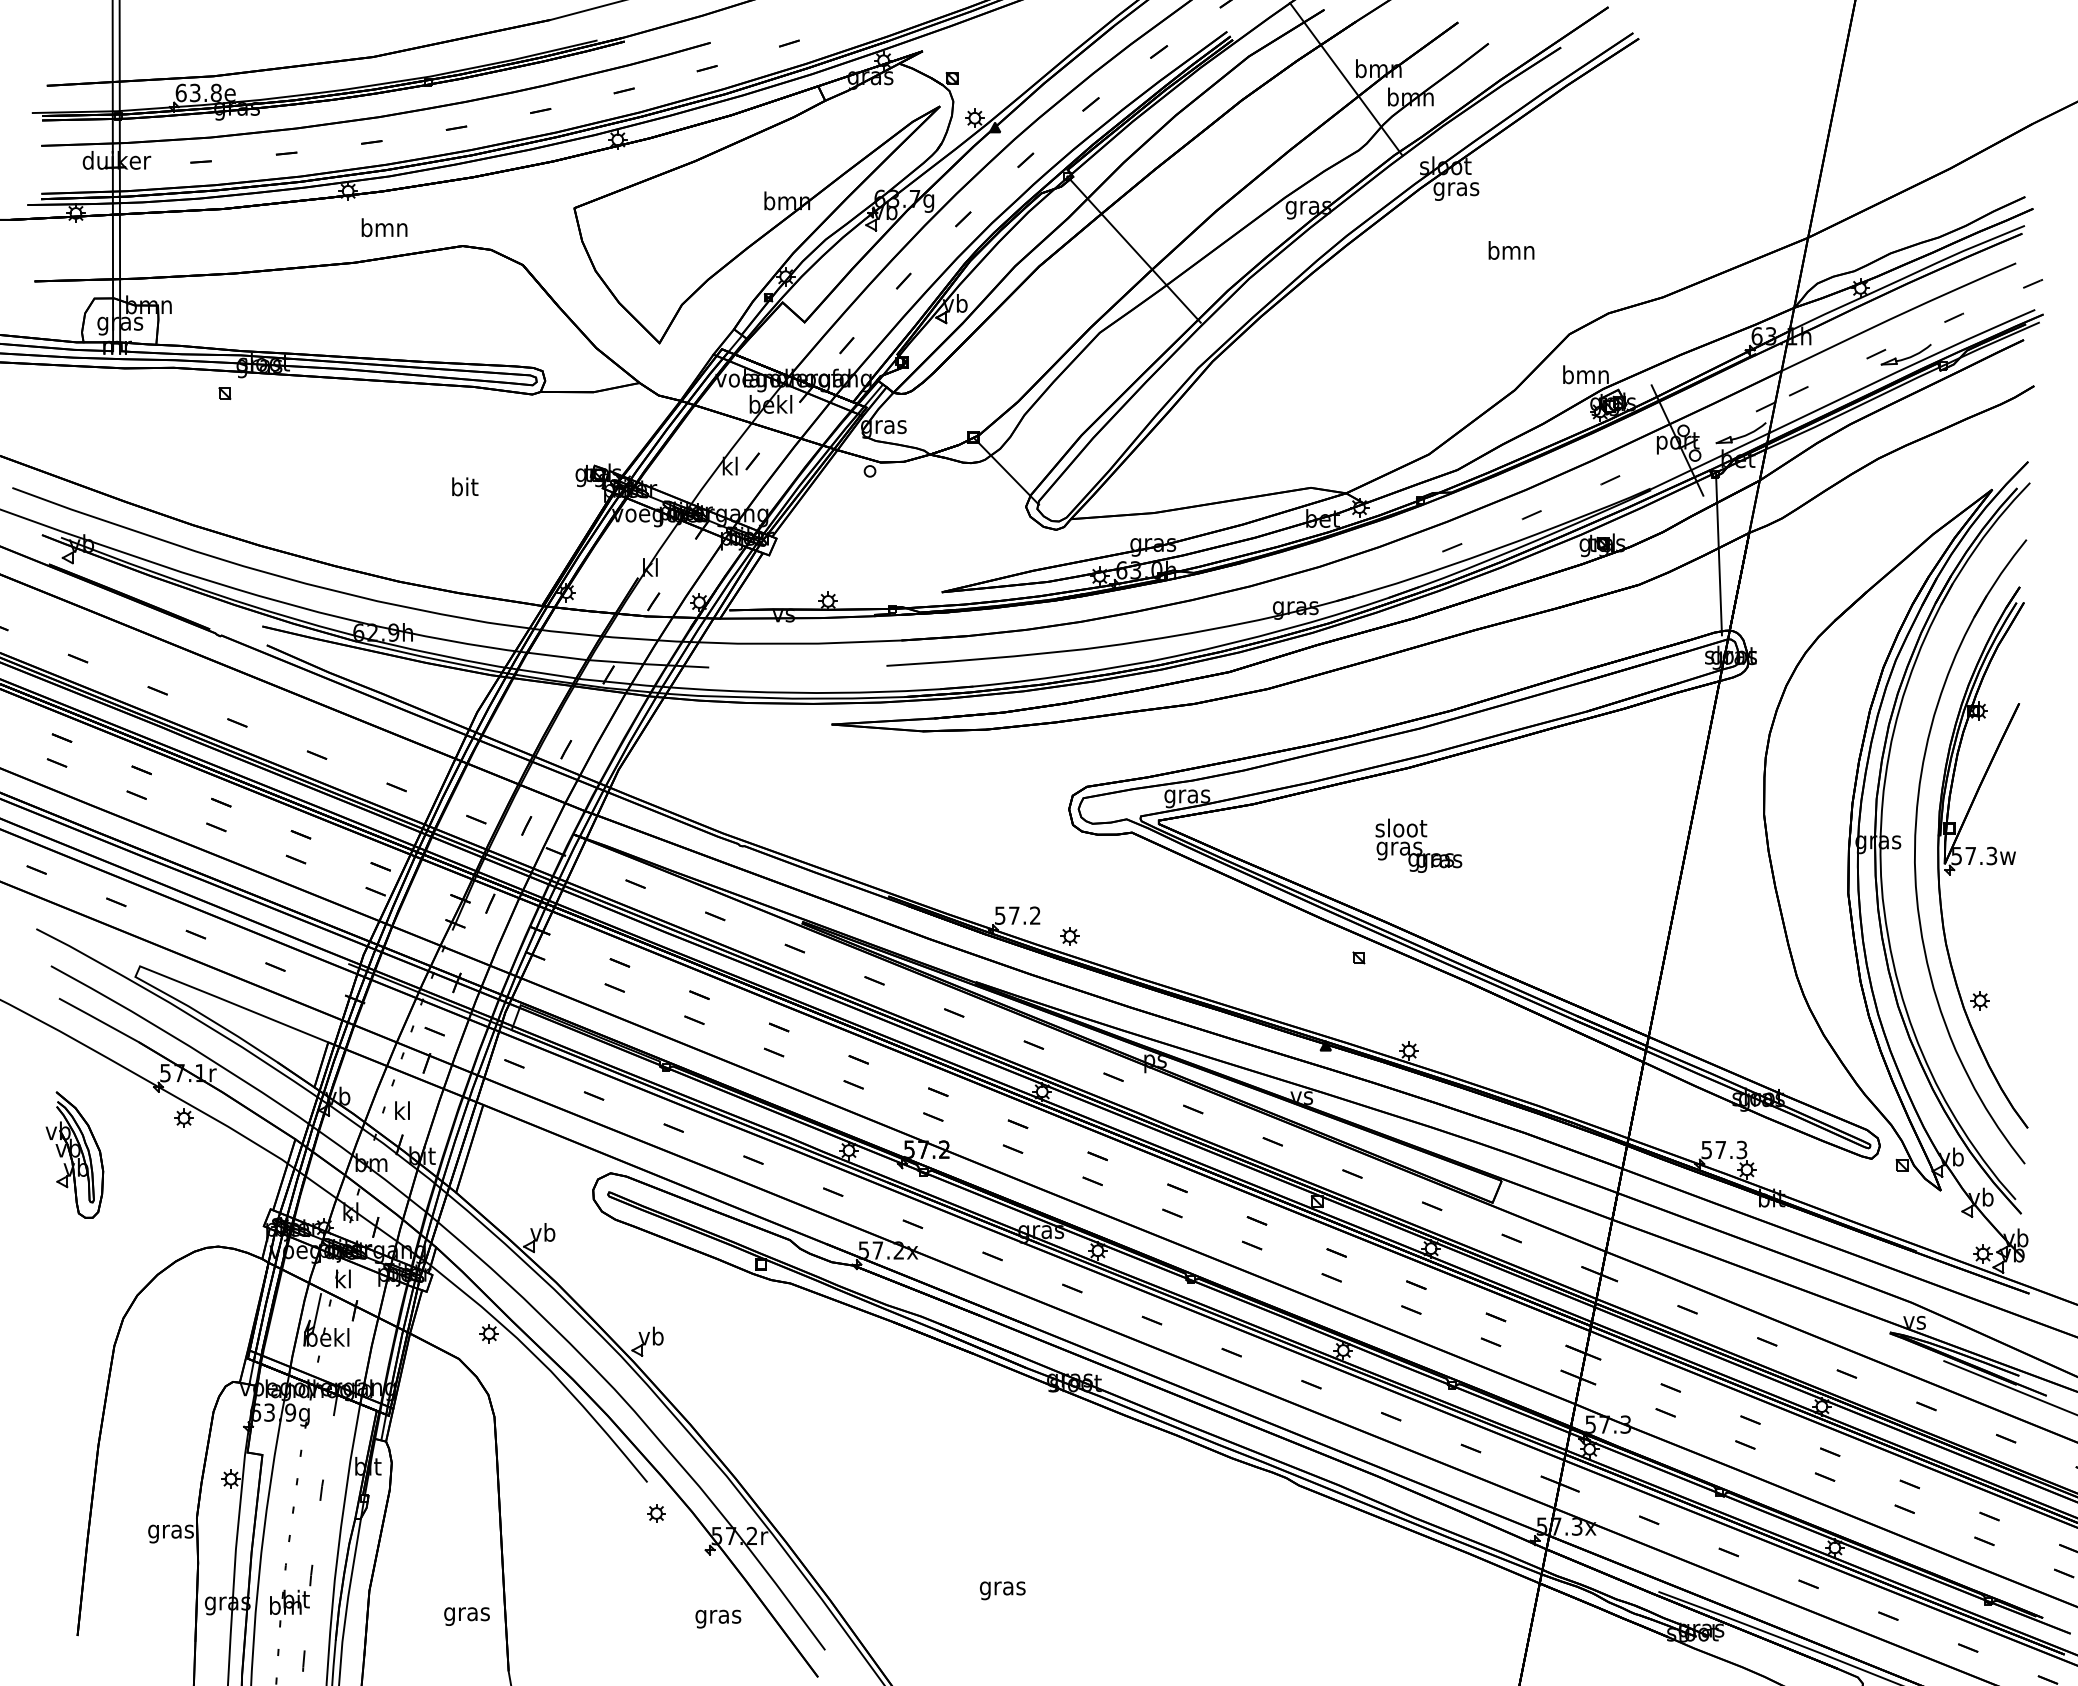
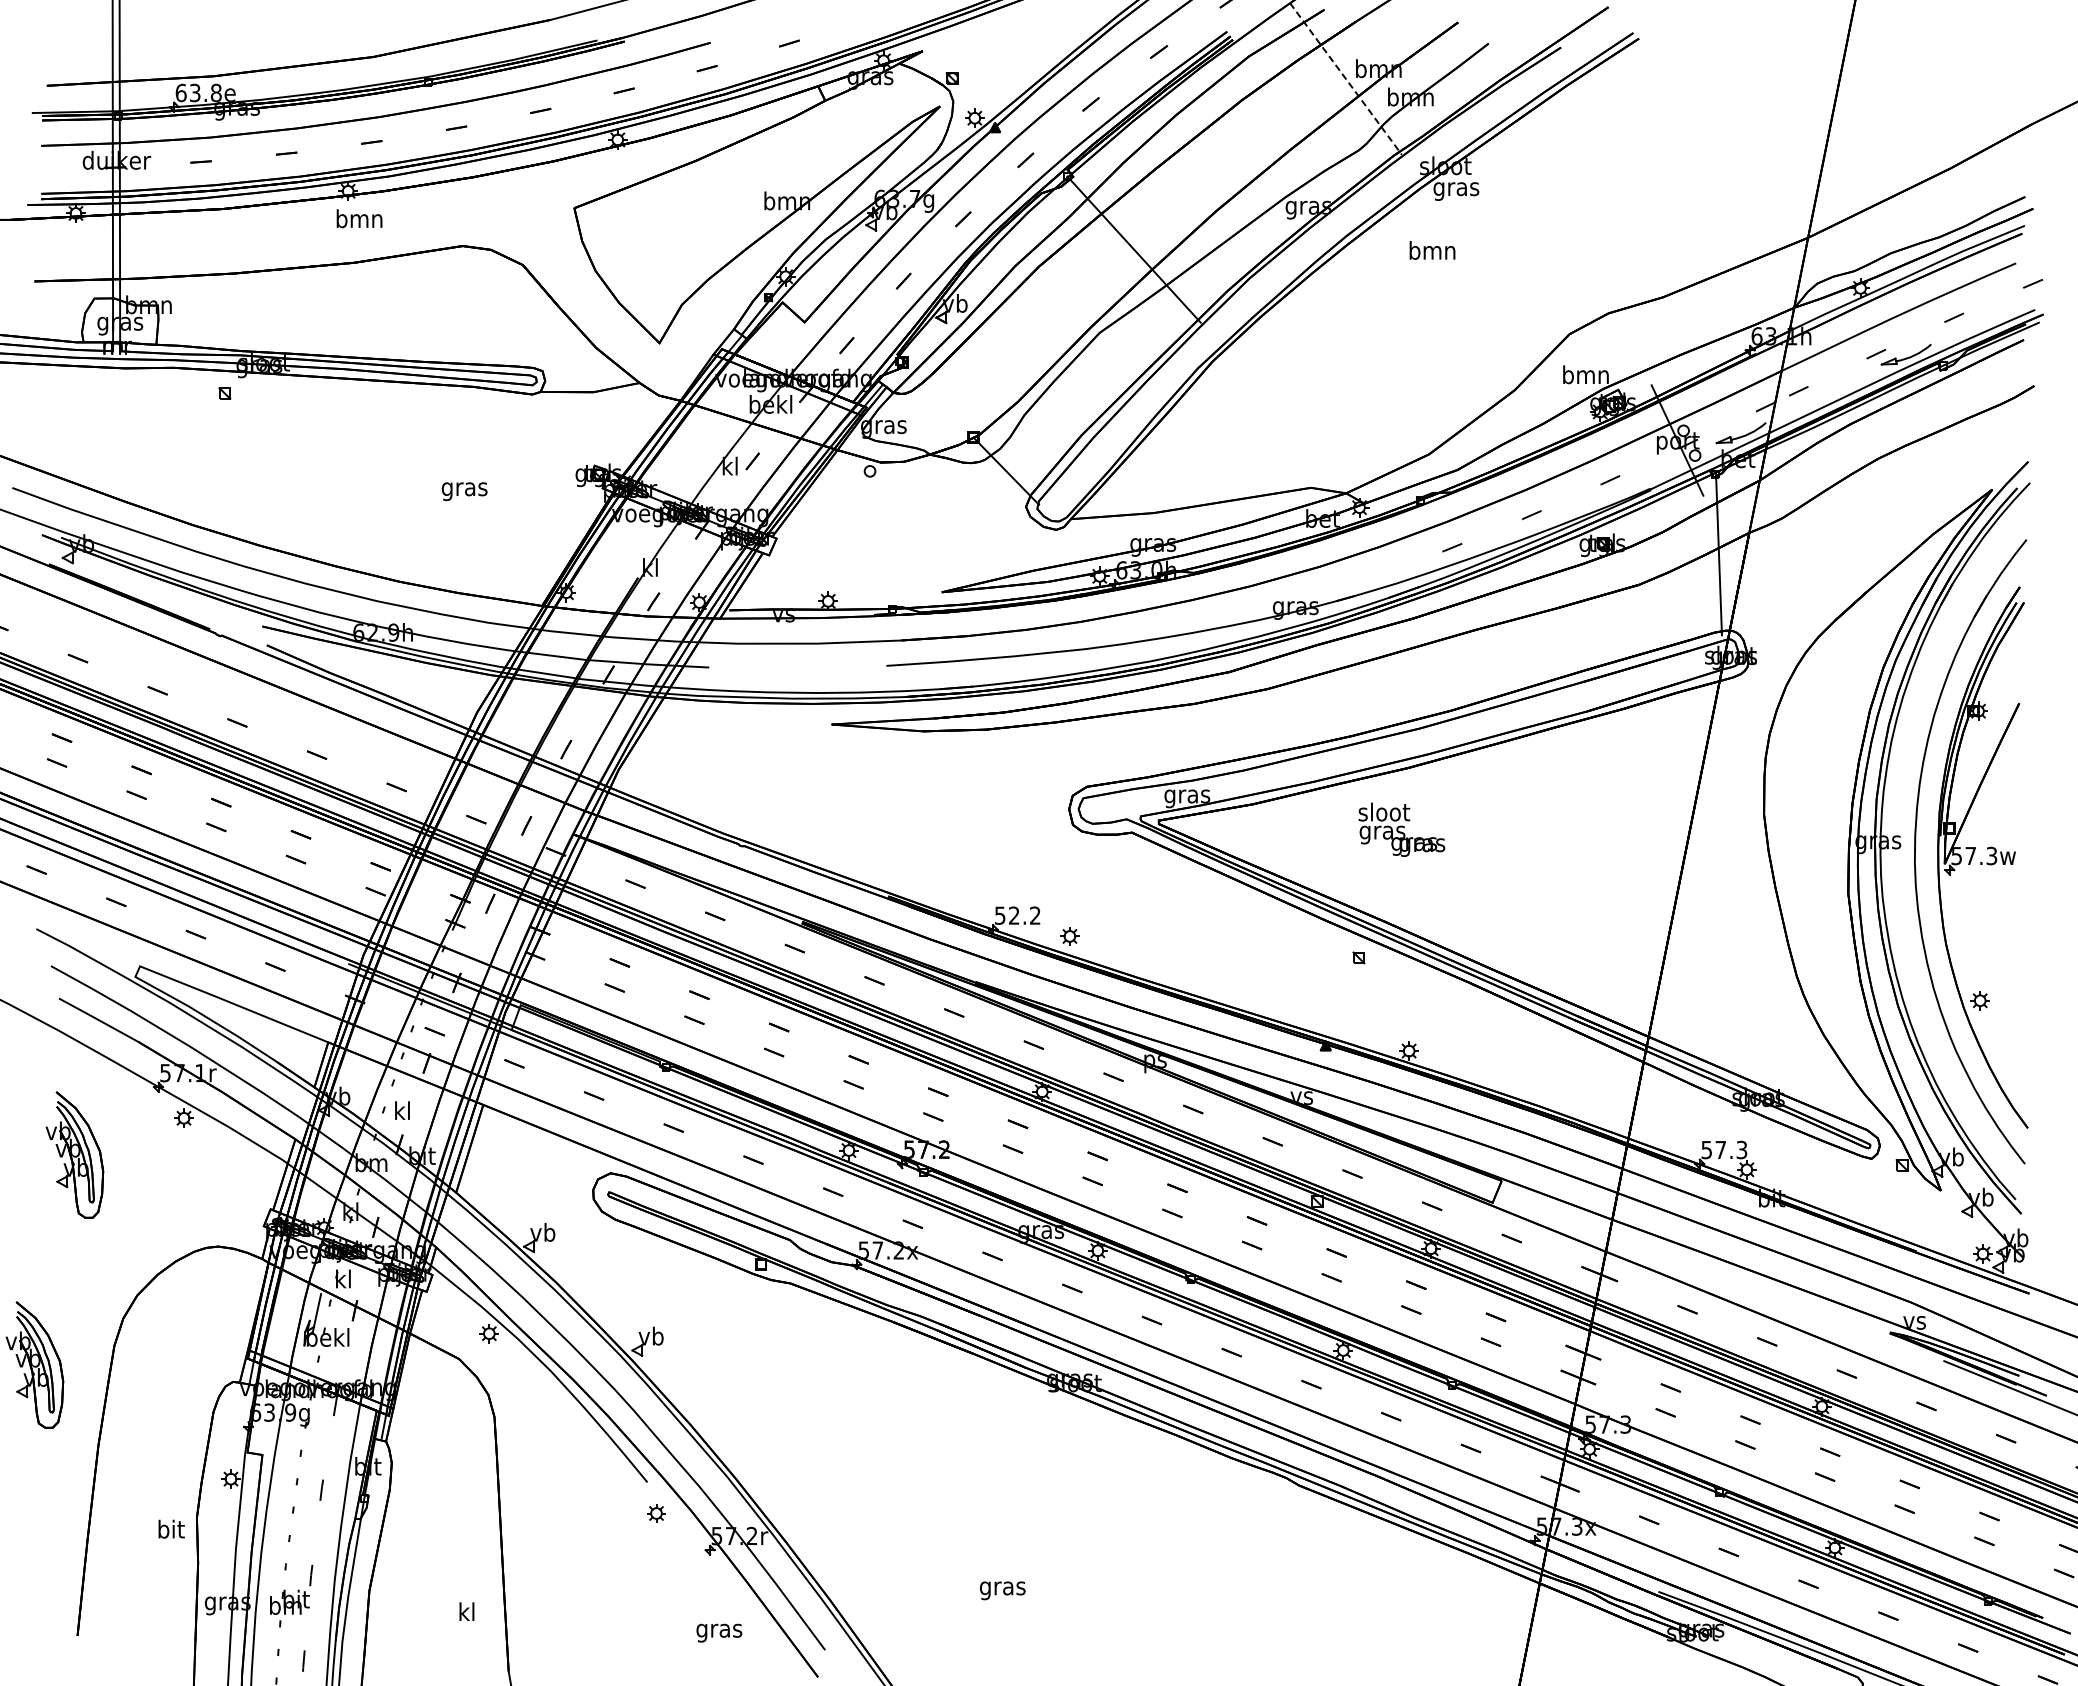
line at (1346, 79): solid -> dashed
text at (384, 227) position: (384, 227) -> (359, 218)
text at (1511, 250) position: (1511, 250) -> (1432, 250)
text at (464, 489): bit -> gras
text at (1418, 845) position: (1418, 845) -> (1401, 829)
text at (1014, 915): 57.2 -> 52.2
part at (34, 1364): none -> present
text at (170, 1531): gras -> bit
text at (466, 1613): gras -> kl
text at (718, 1618) position: (718, 1618) -> (719, 1632)
